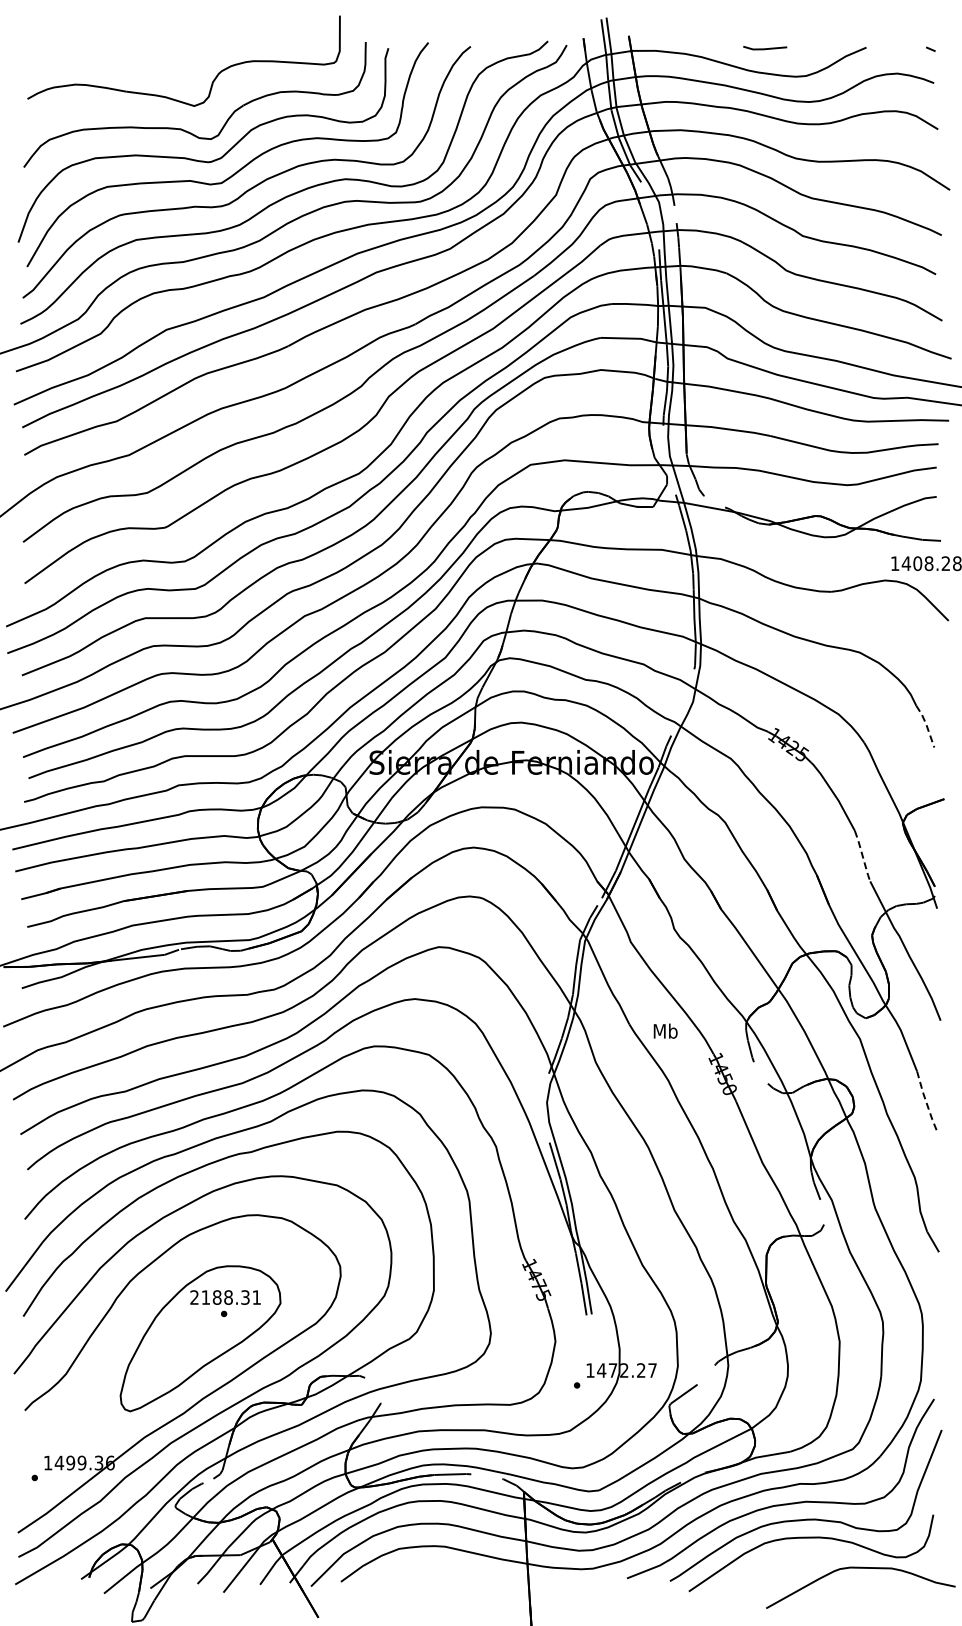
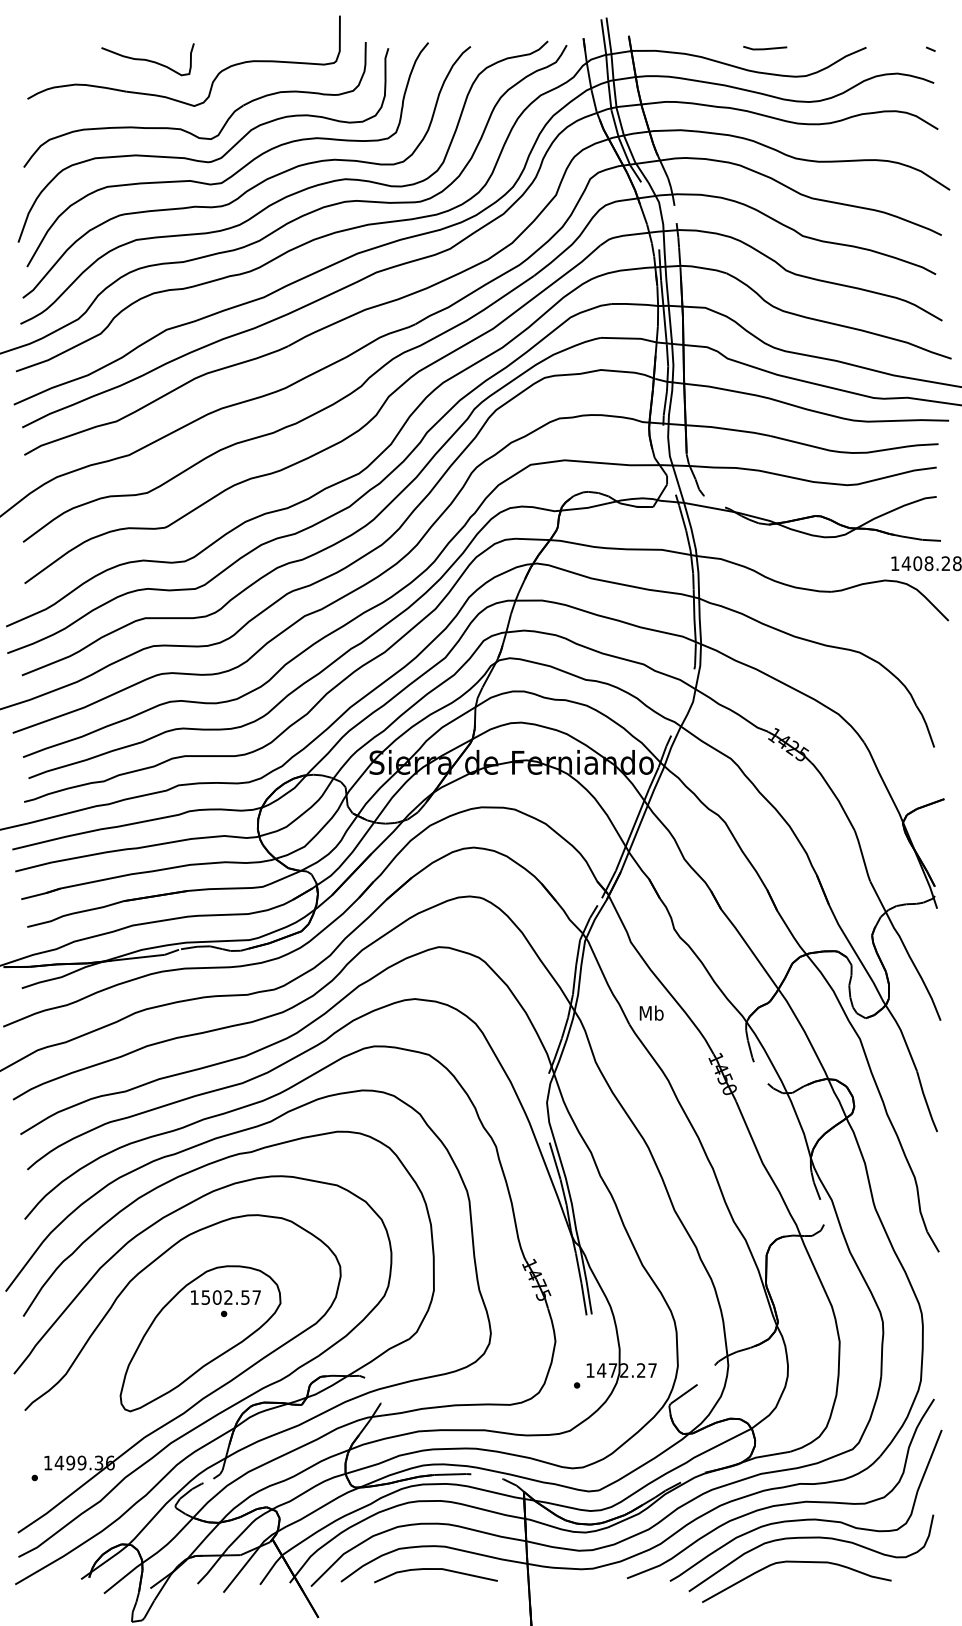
curve at (147, 59): none -> present
line at (926, 725): dashed -> solid
line at (862, 856): dashed -> solid
text at (665, 1030) position: (665, 1030) -> (651, 1012)
line at (926, 1102): dashed -> solid
text at (225, 1297): 2188.31 -> 1502.57
curve at (860, 1568) position: (860, 1568) -> (796, 1562)
curve at (435, 1569): none -> present
